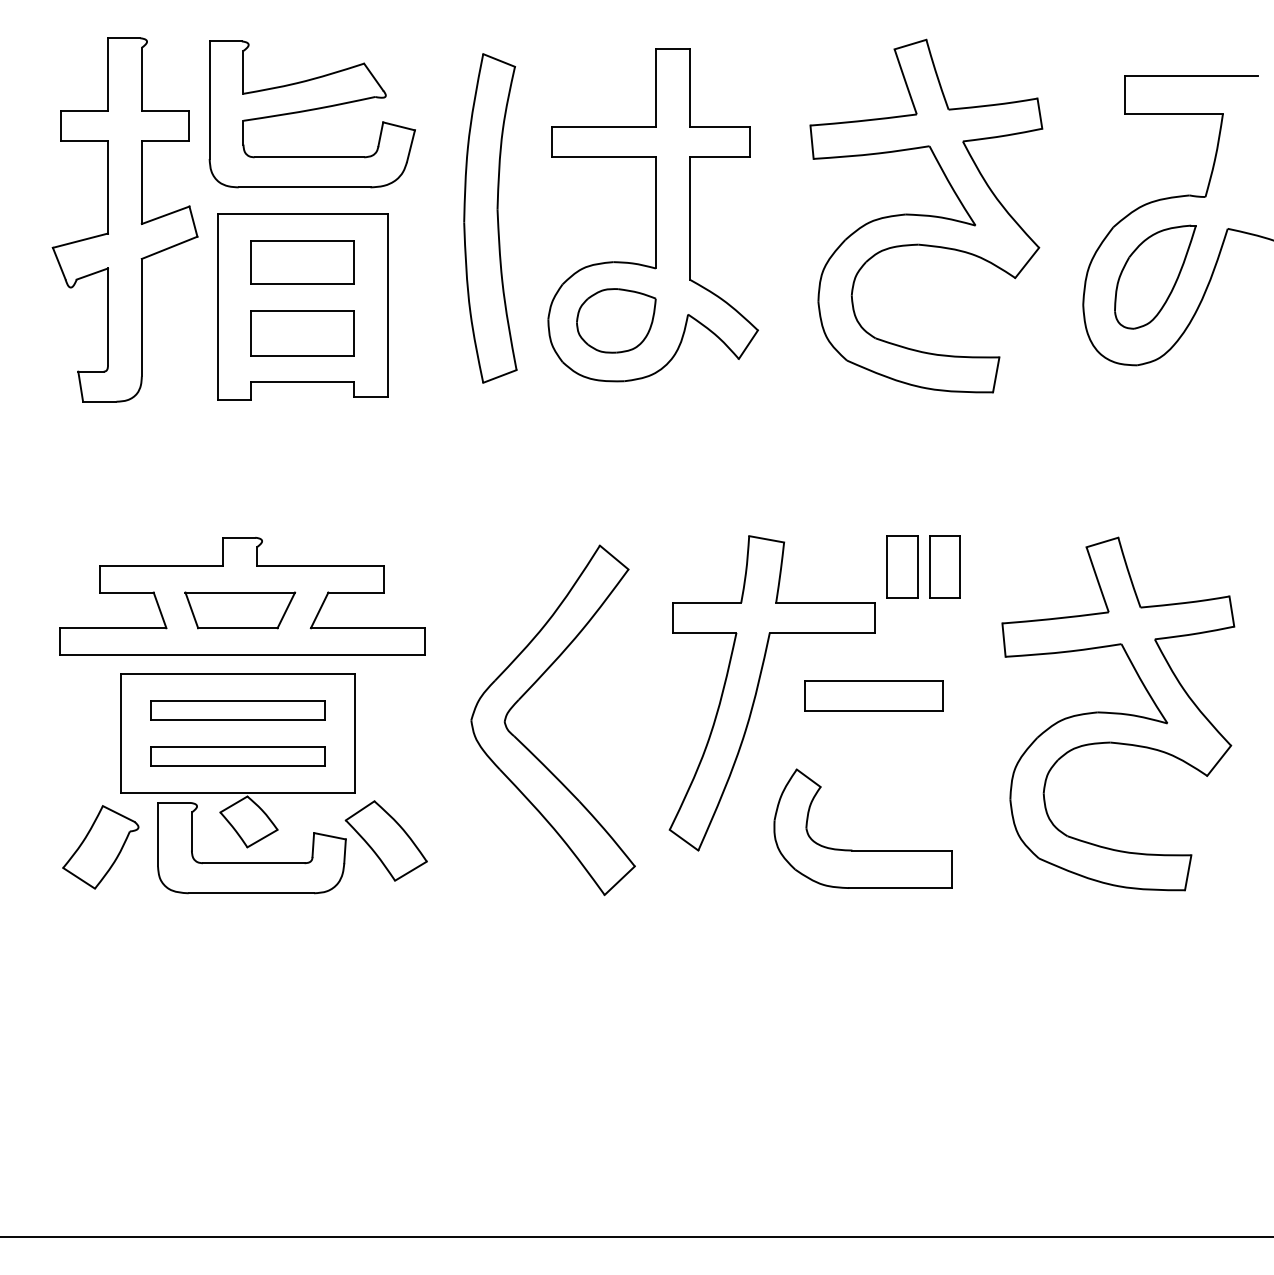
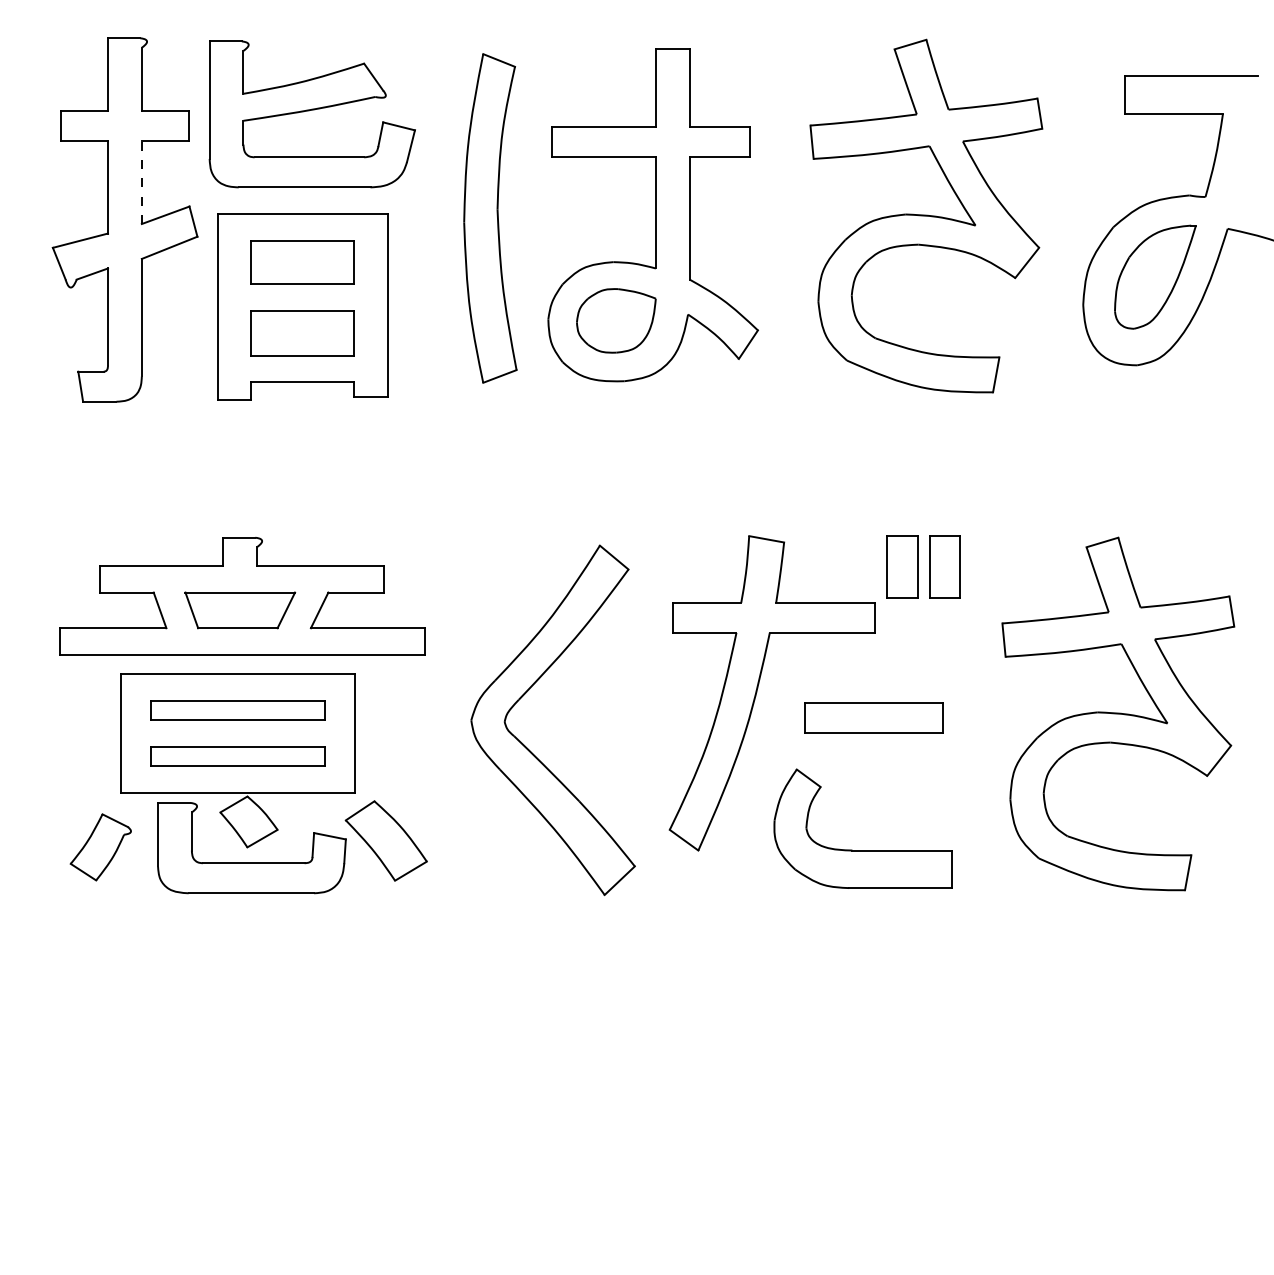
line at (141, 182): solid -> dashed
part at (873, 695) position: (873, 695) -> (873, 717)
part at (100, 847) size: 78x85 px -> 63x69 px
line at (636, 1236): present -> none
